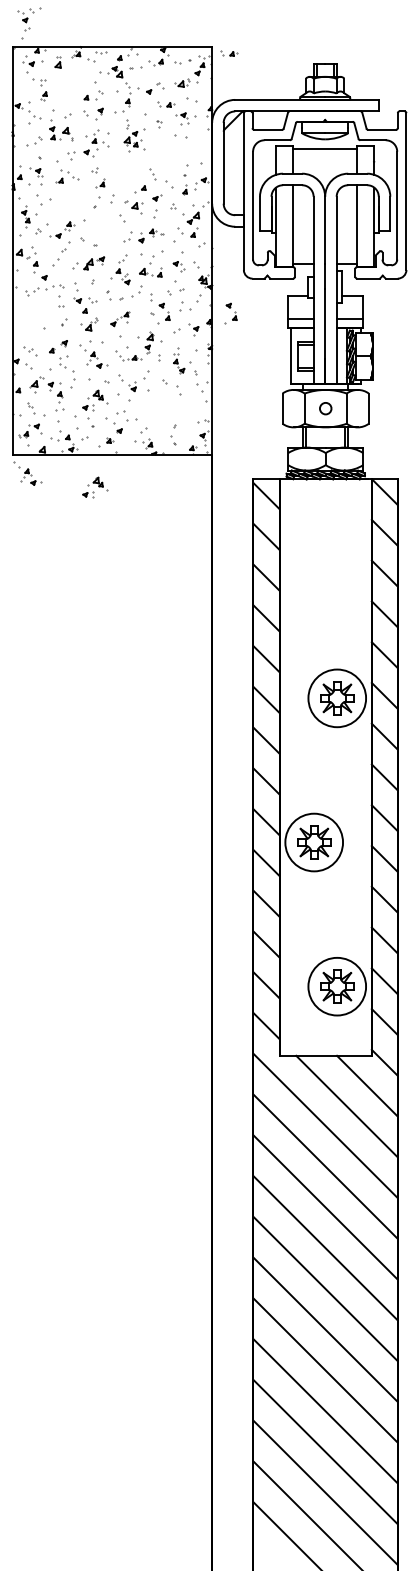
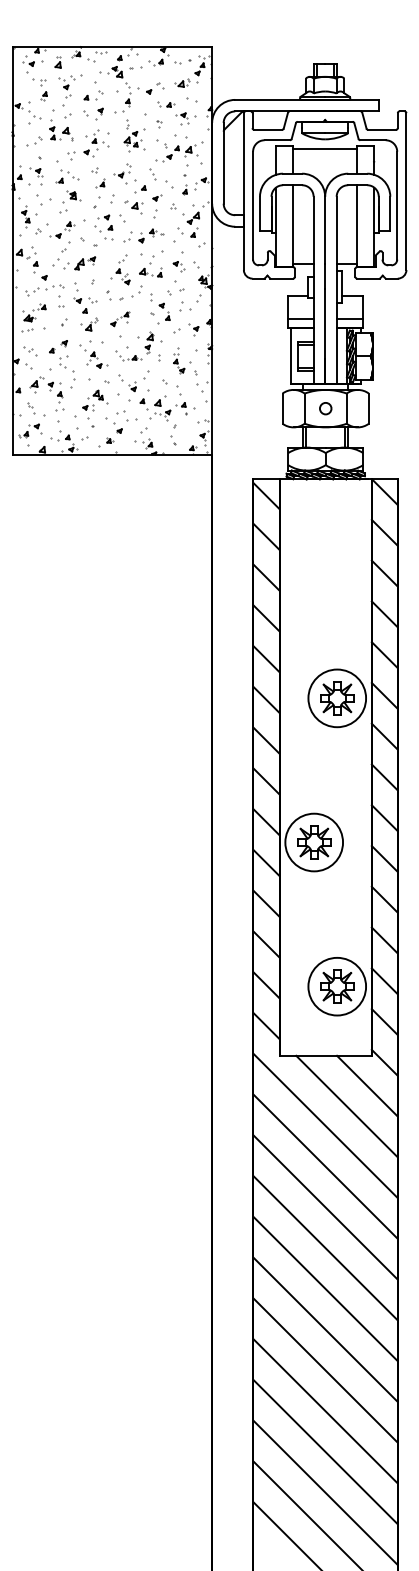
part at (29, 23) position: (29, 23) -> (70, 90)
part at (229, 53): present -> none
part at (179, 150): none -> present
part at (124, 173): none -> present
part at (70, 201): none -> present
part at (103, 227): none -> present
part at (88, 263) position: (88, 263) -> (79, 263)
part at (230, 313): present -> none
part at (33, 317): none -> present
part at (167, 408): none -> present
part at (27, 473): present -> none
part at (95, 487): present -> none
